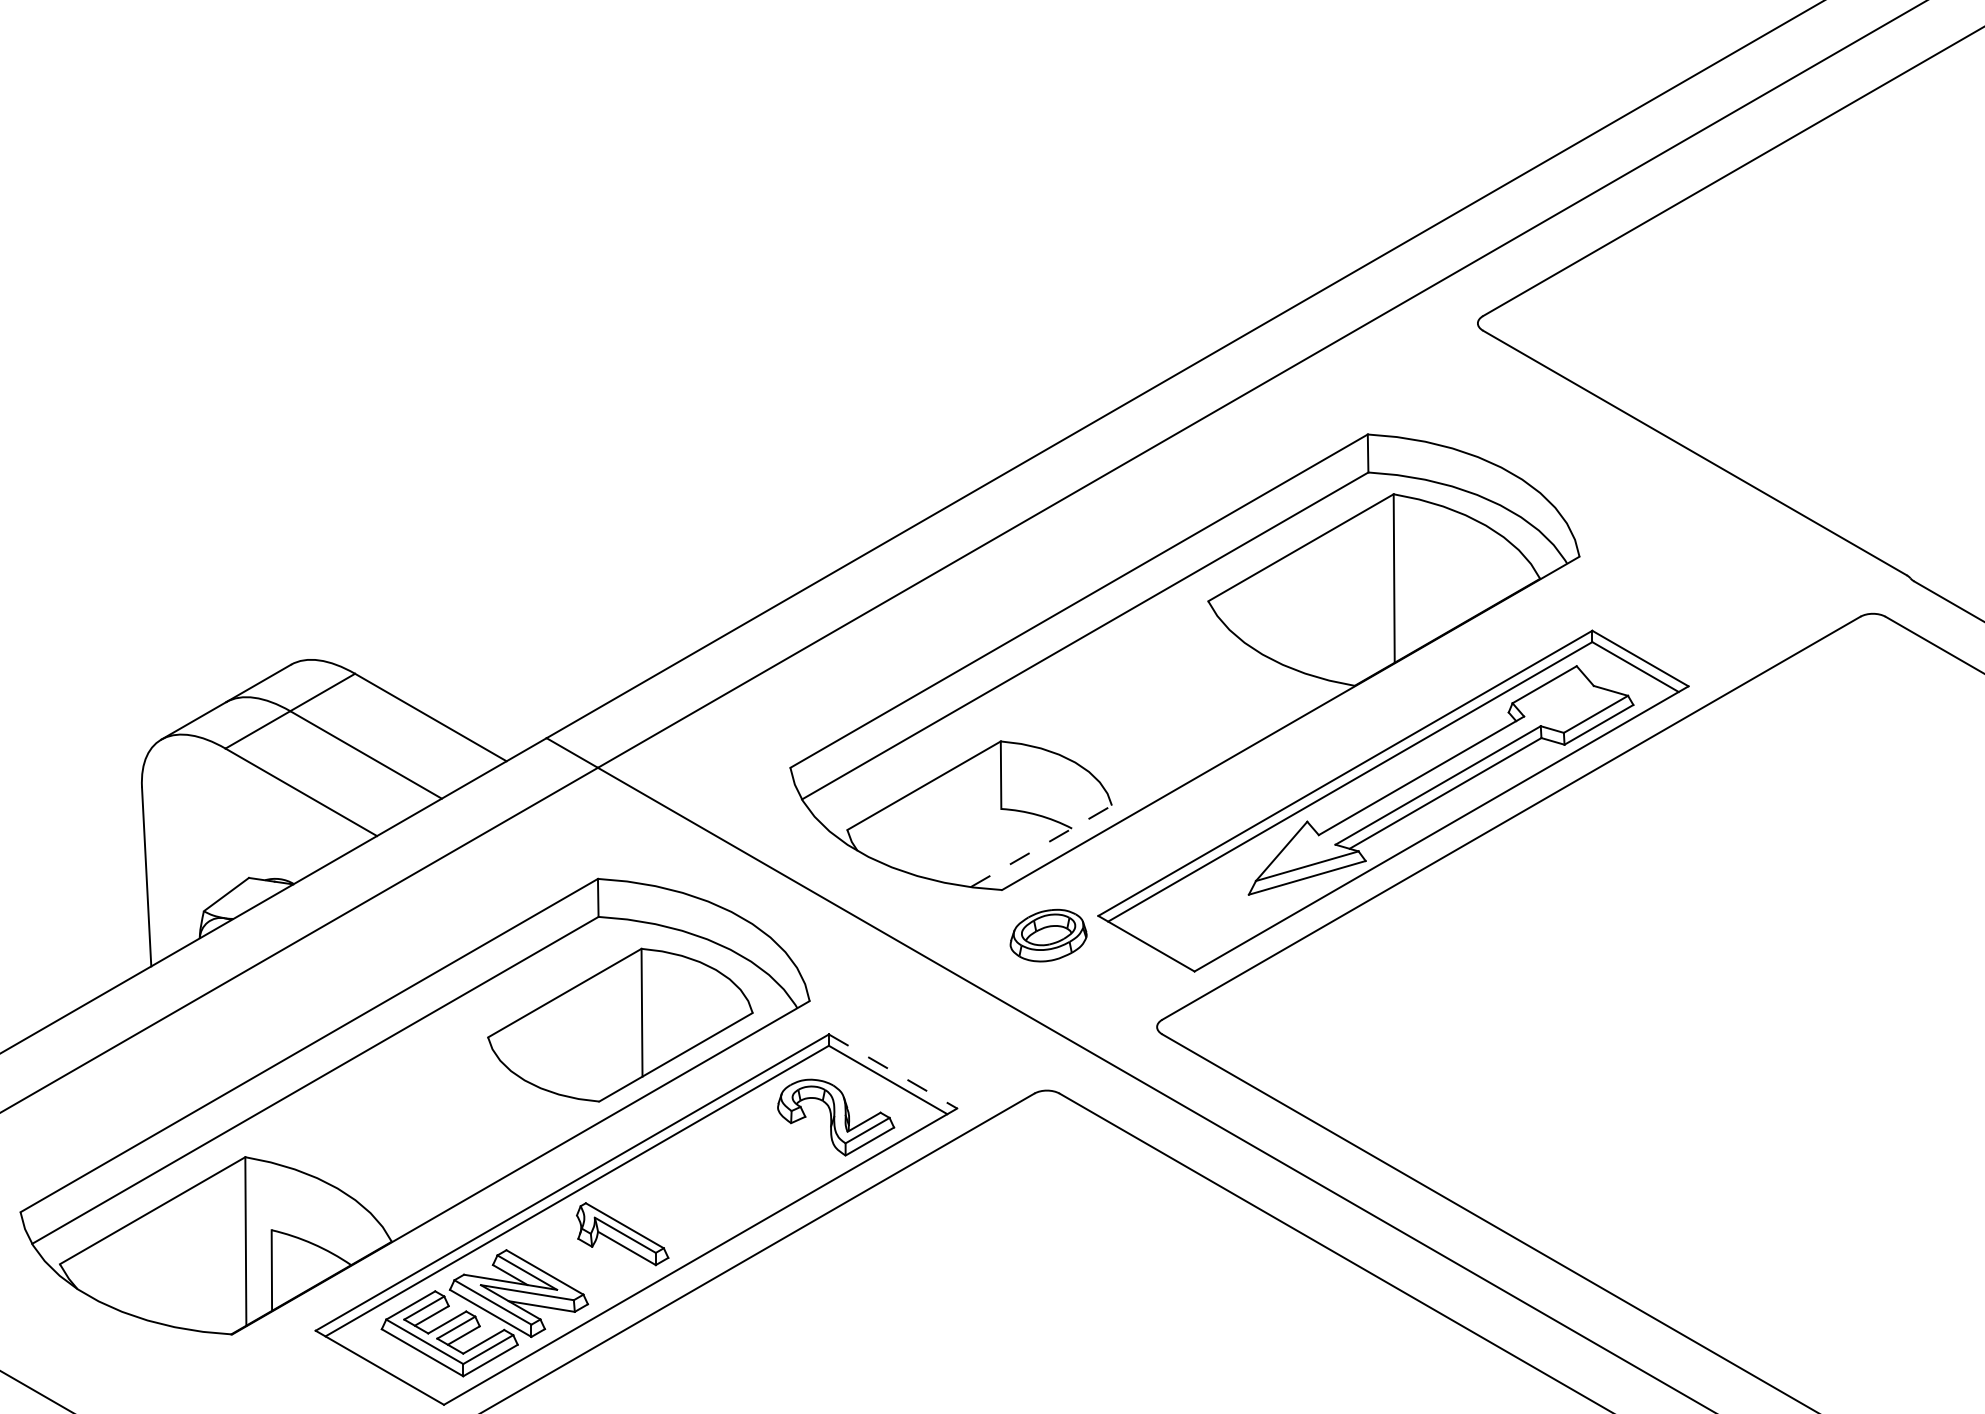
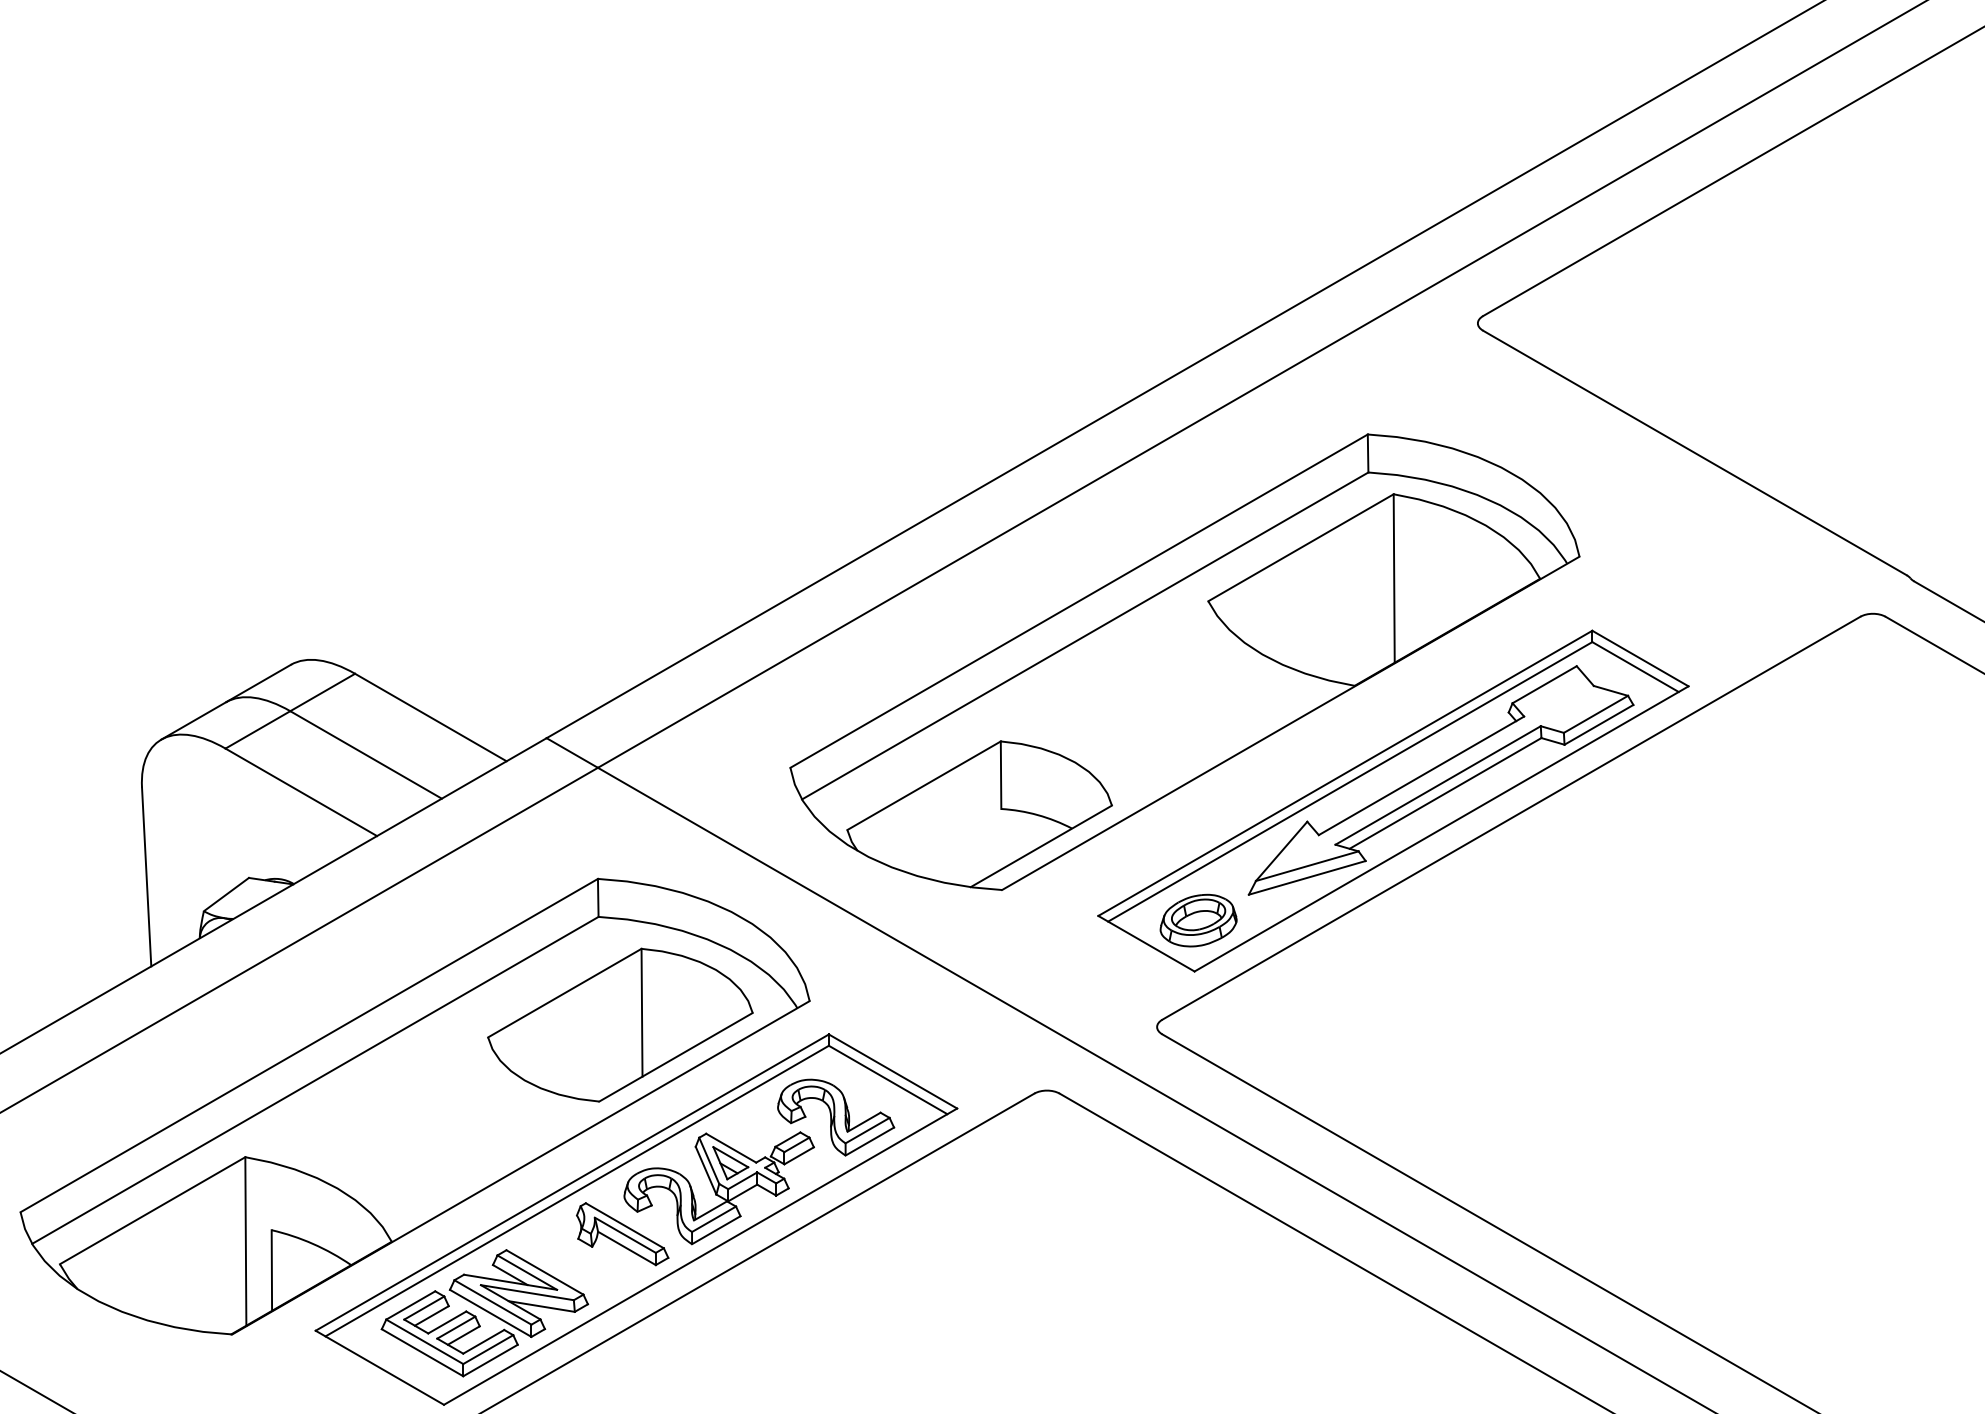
line at (1041, 846): dashed -> solid
part at (1048, 935) position: (1048, 935) -> (1198, 920)
line at (893, 1071): dashed -> solid
part at (718, 1188): none -> present
